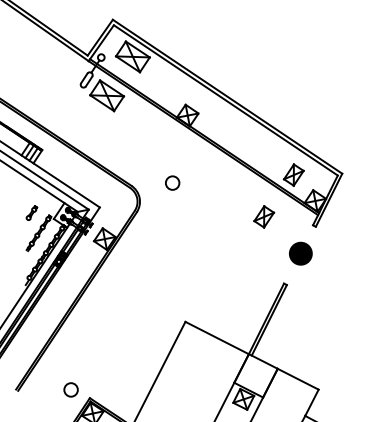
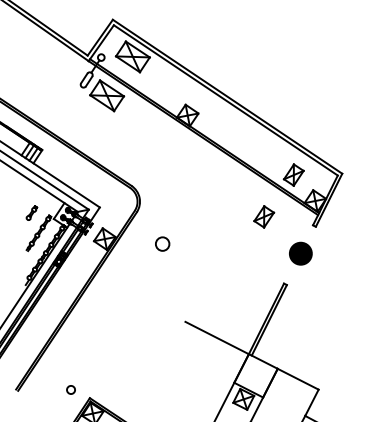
circle at (172, 182) position: (172, 182) -> (162, 243)
line at (160, 369): present -> none
circle at (70, 389) size: 16x16 px -> 10x10 px
